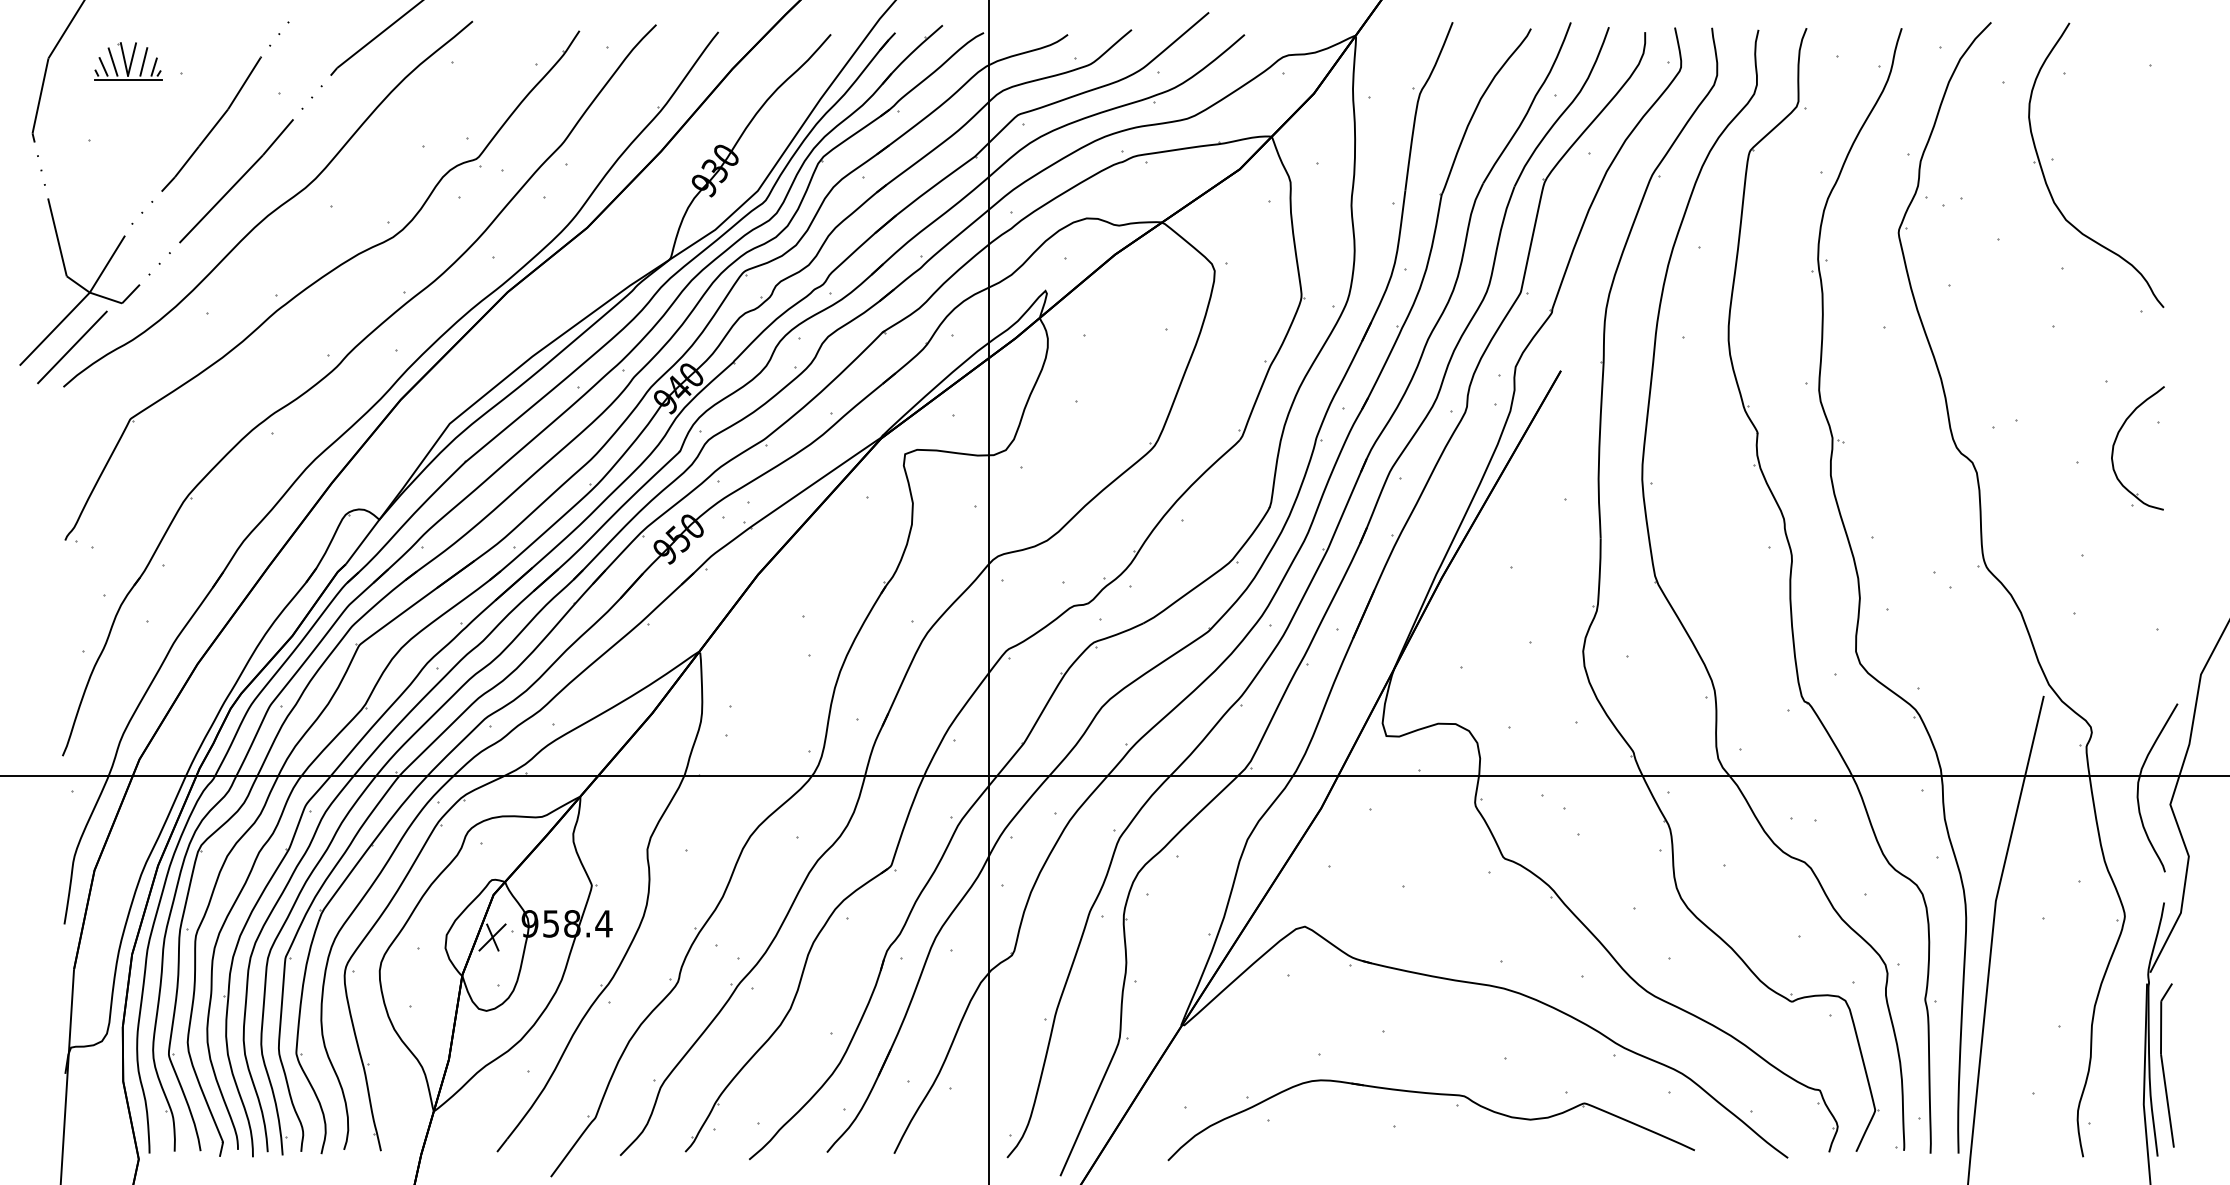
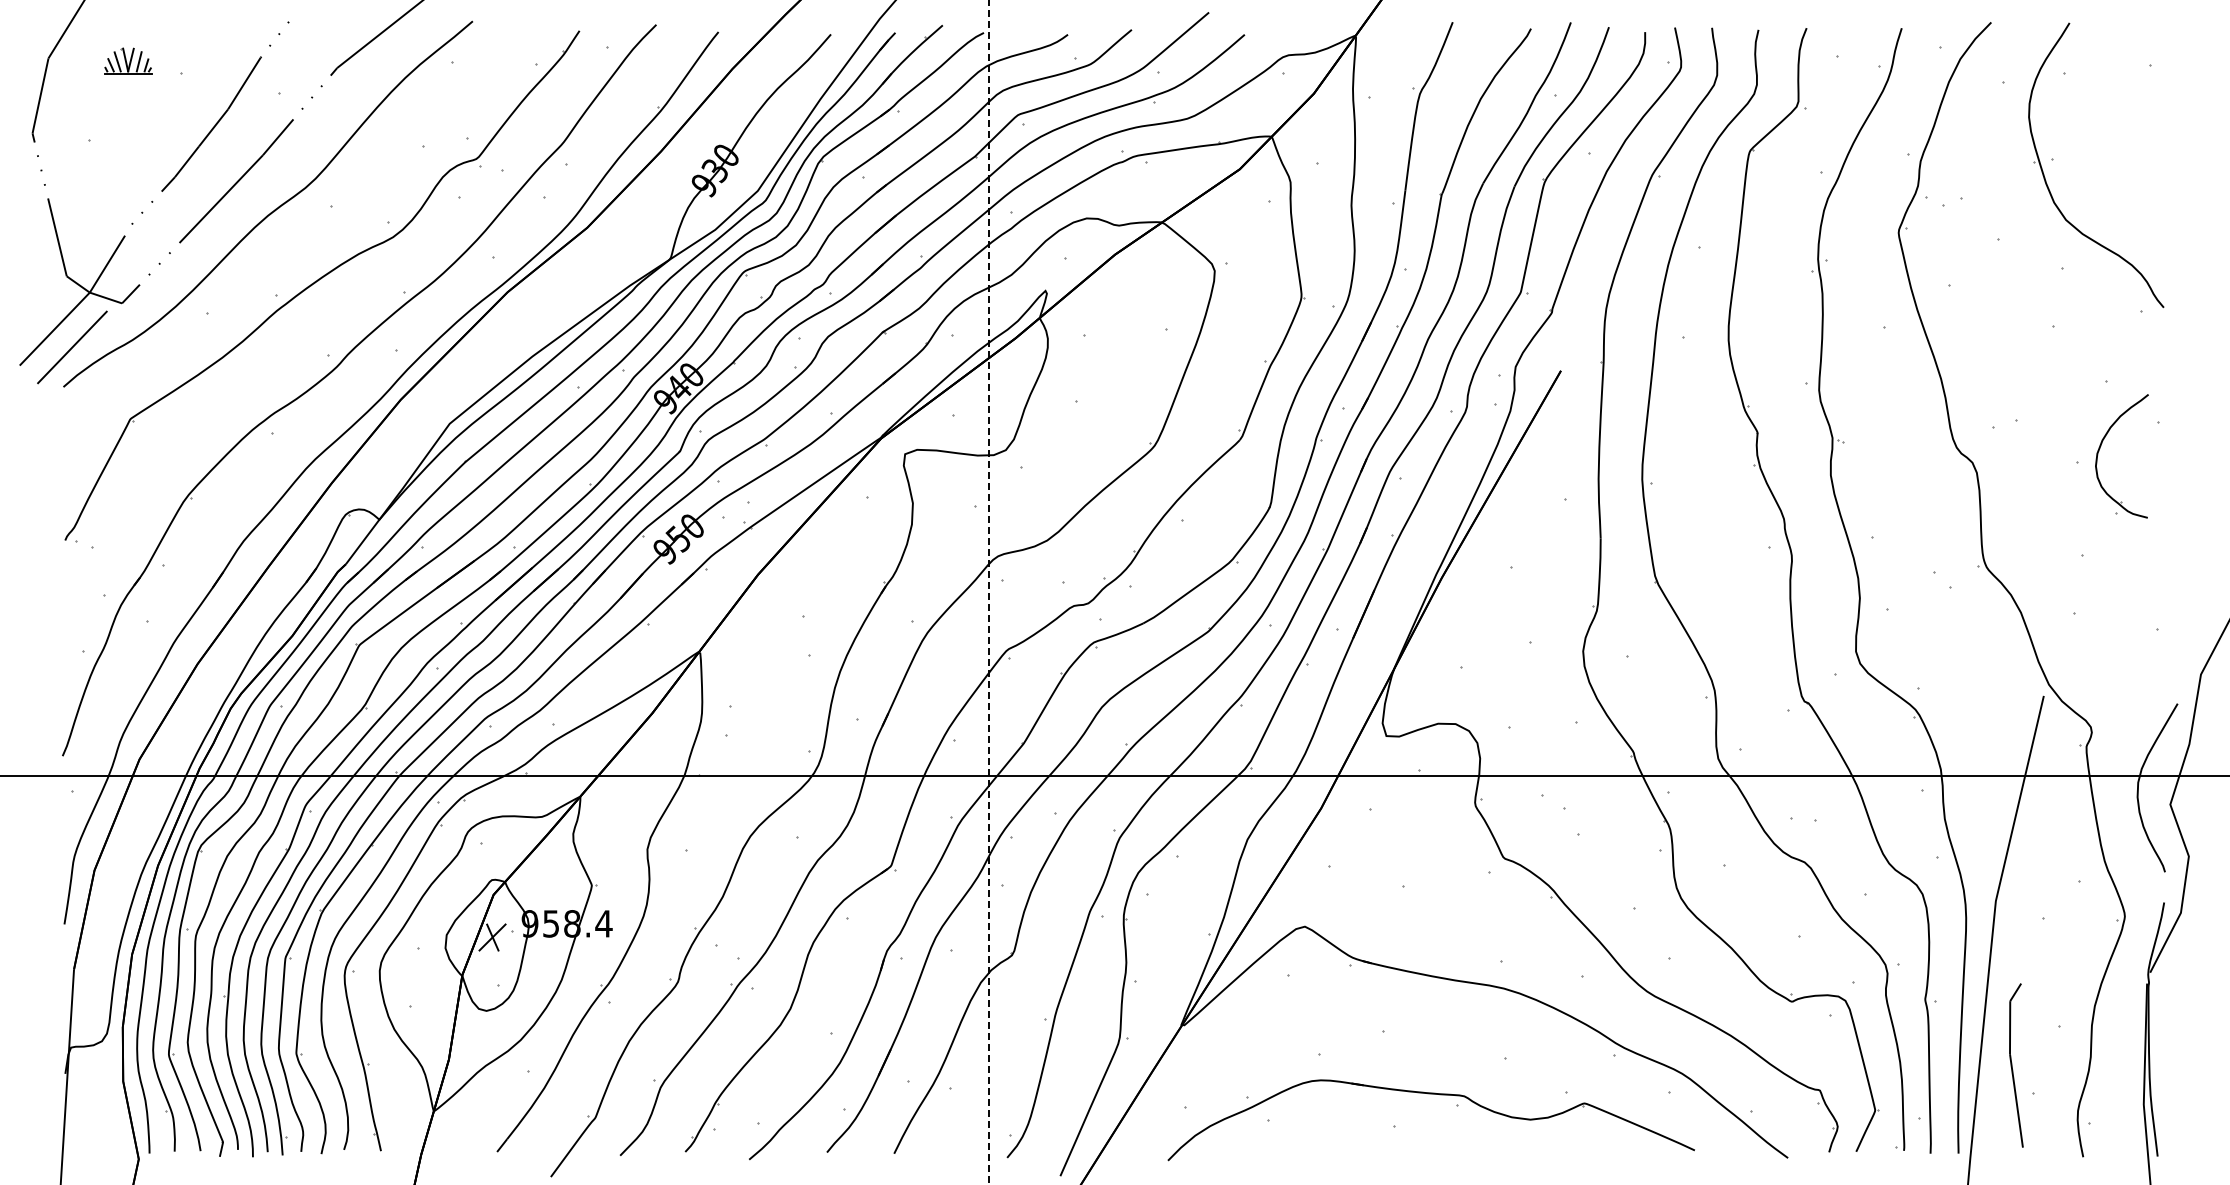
part at (128, 61) size: 69x39 px -> 49x28 px
part at (2117, 438) position: (2117, 438) -> (2101, 446)
line at (988, 593): solid -> dashed
line at (2163, 1065) position: (2163, 1065) -> (2012, 1065)
